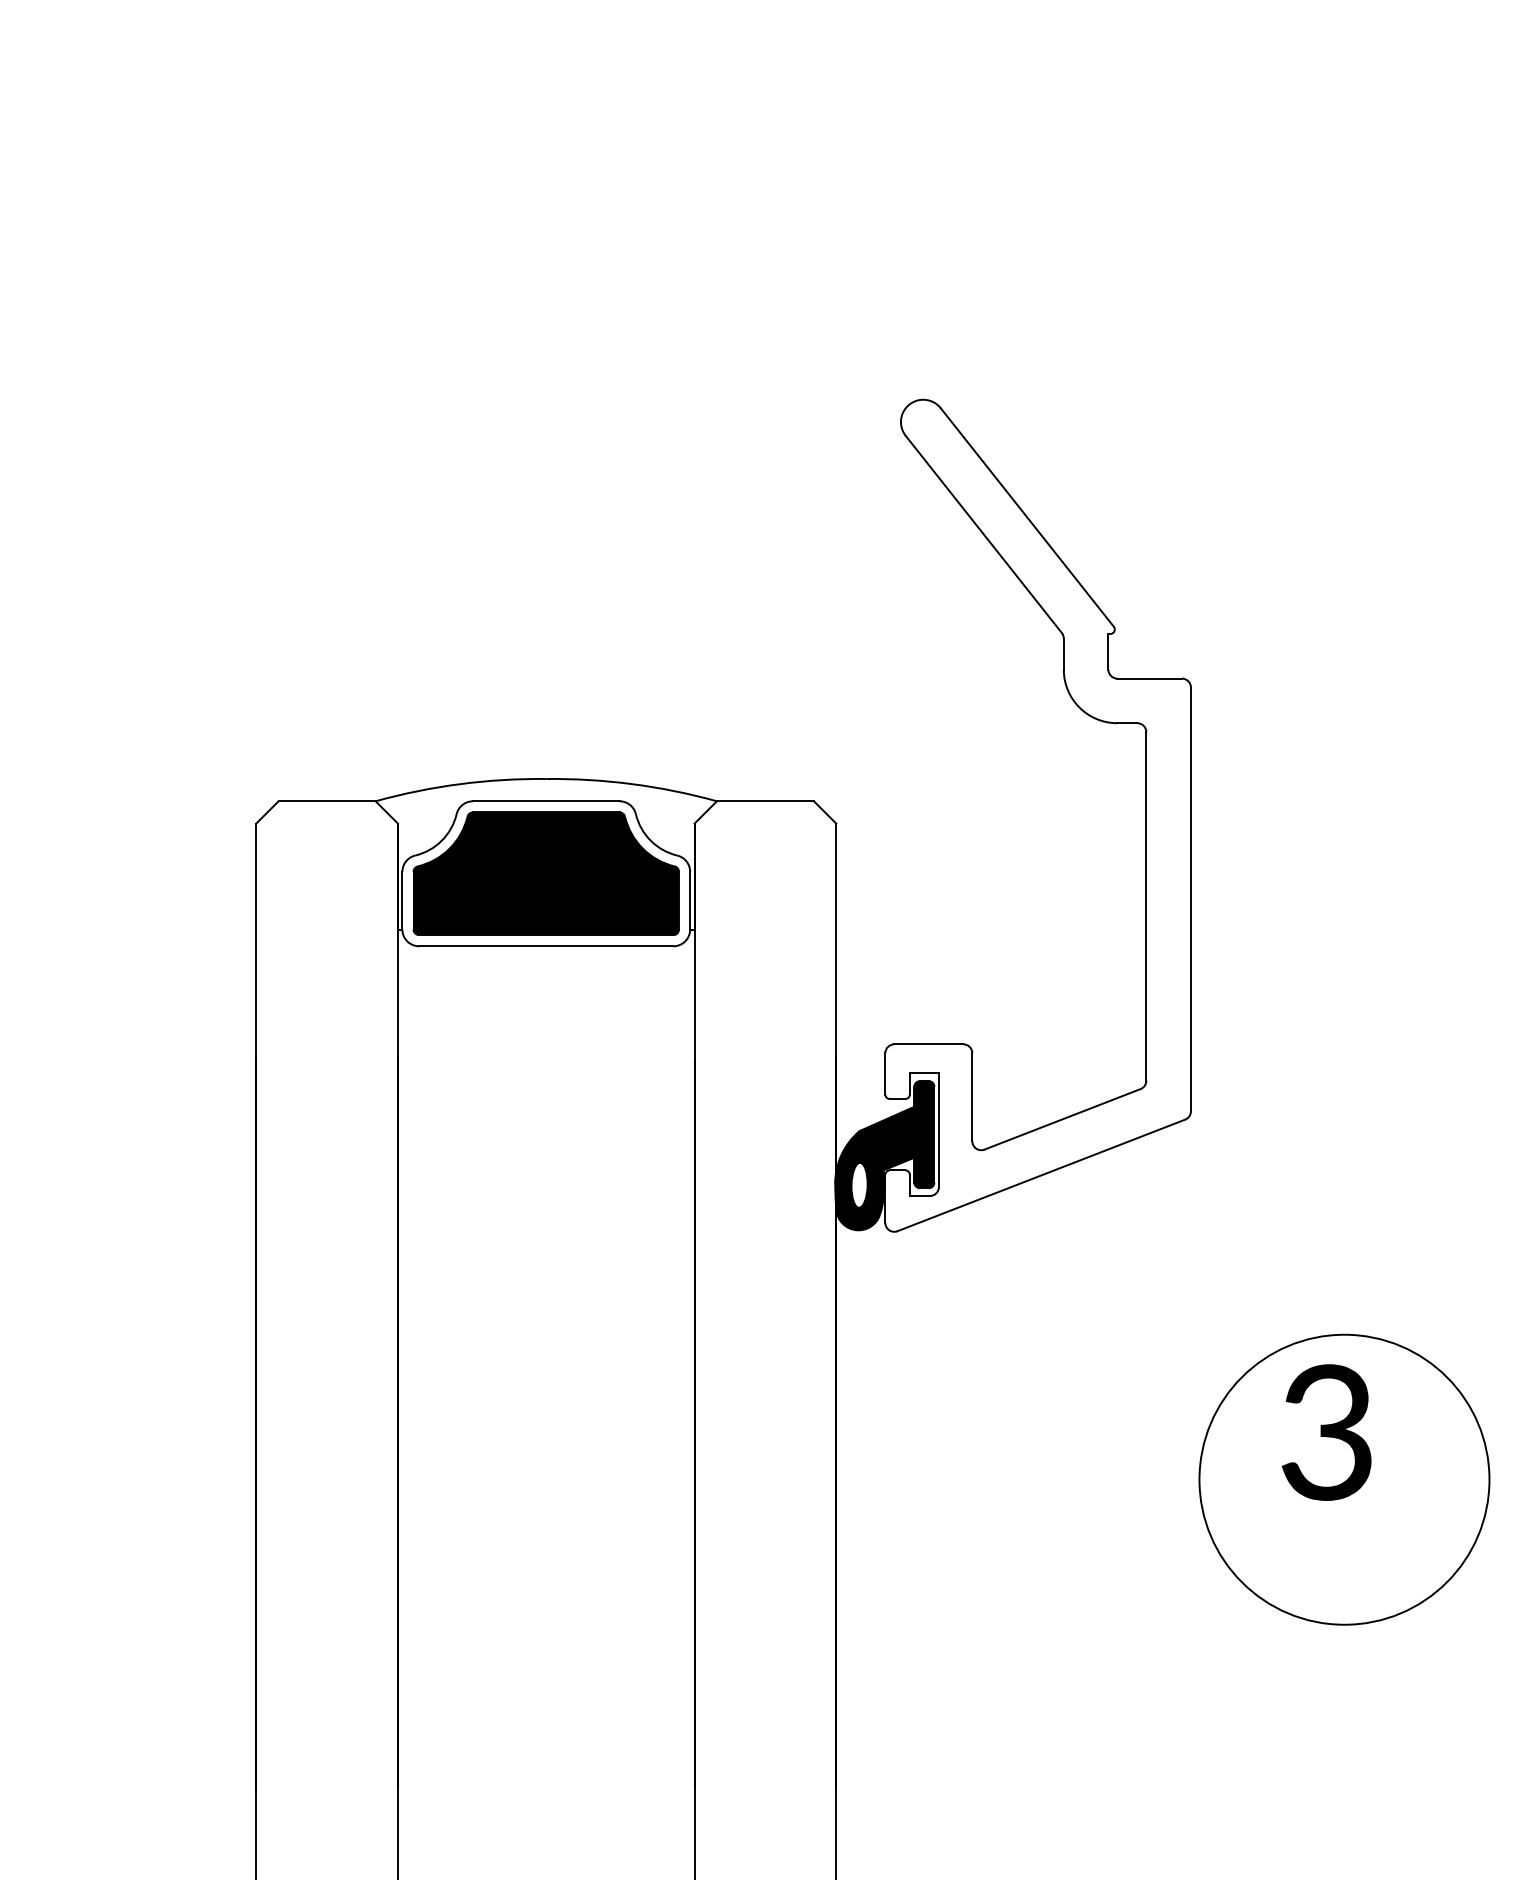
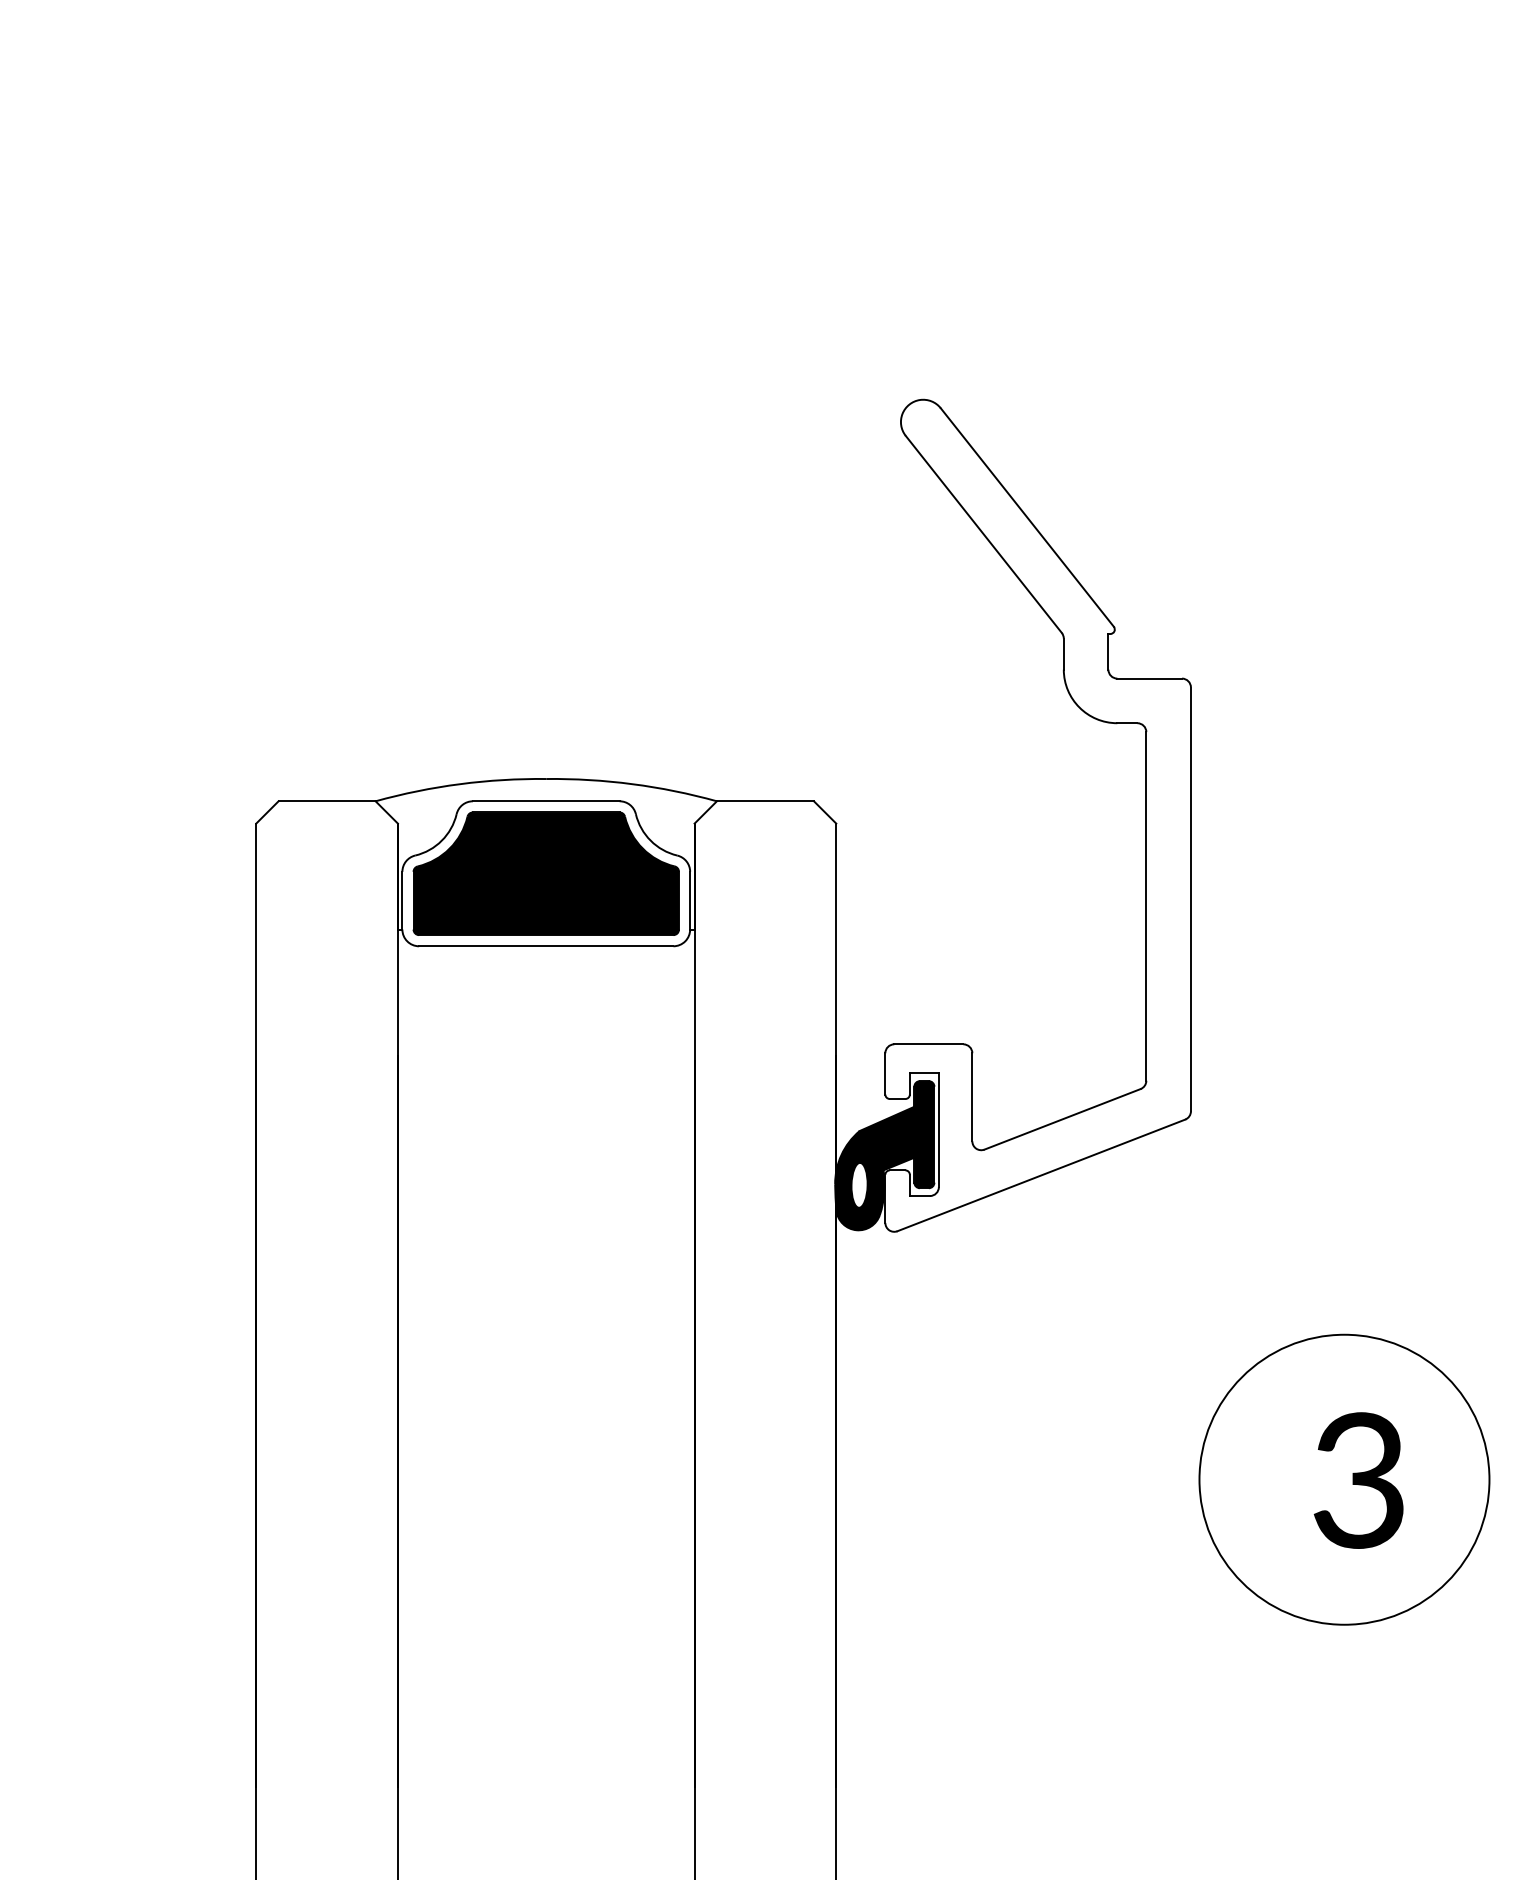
text at (1326, 1432) position: (1326, 1432) -> (1358, 1480)
